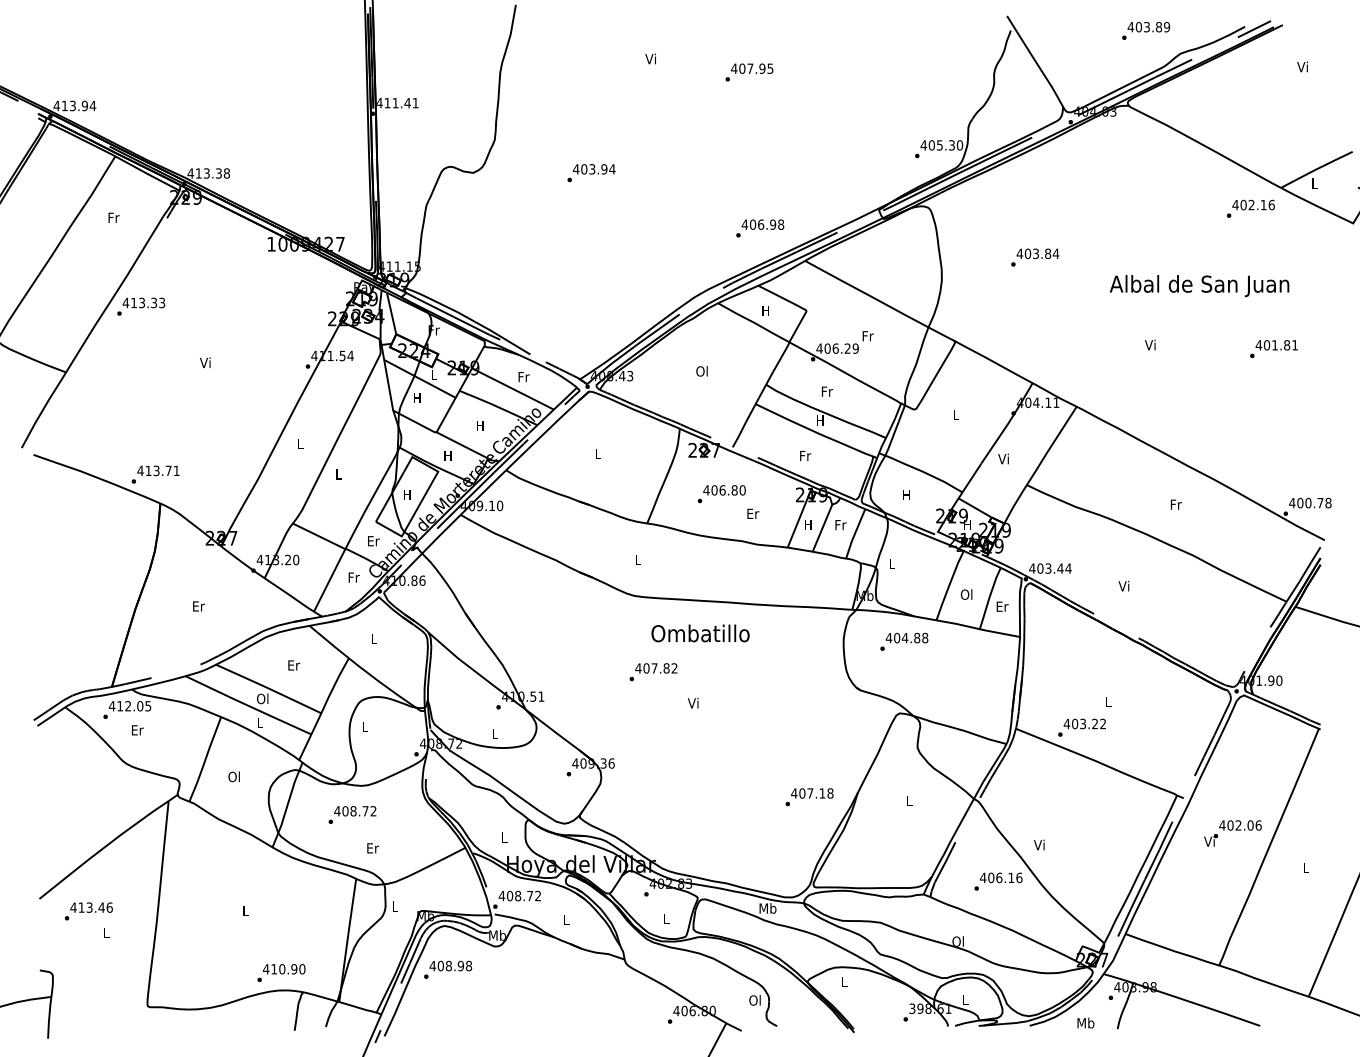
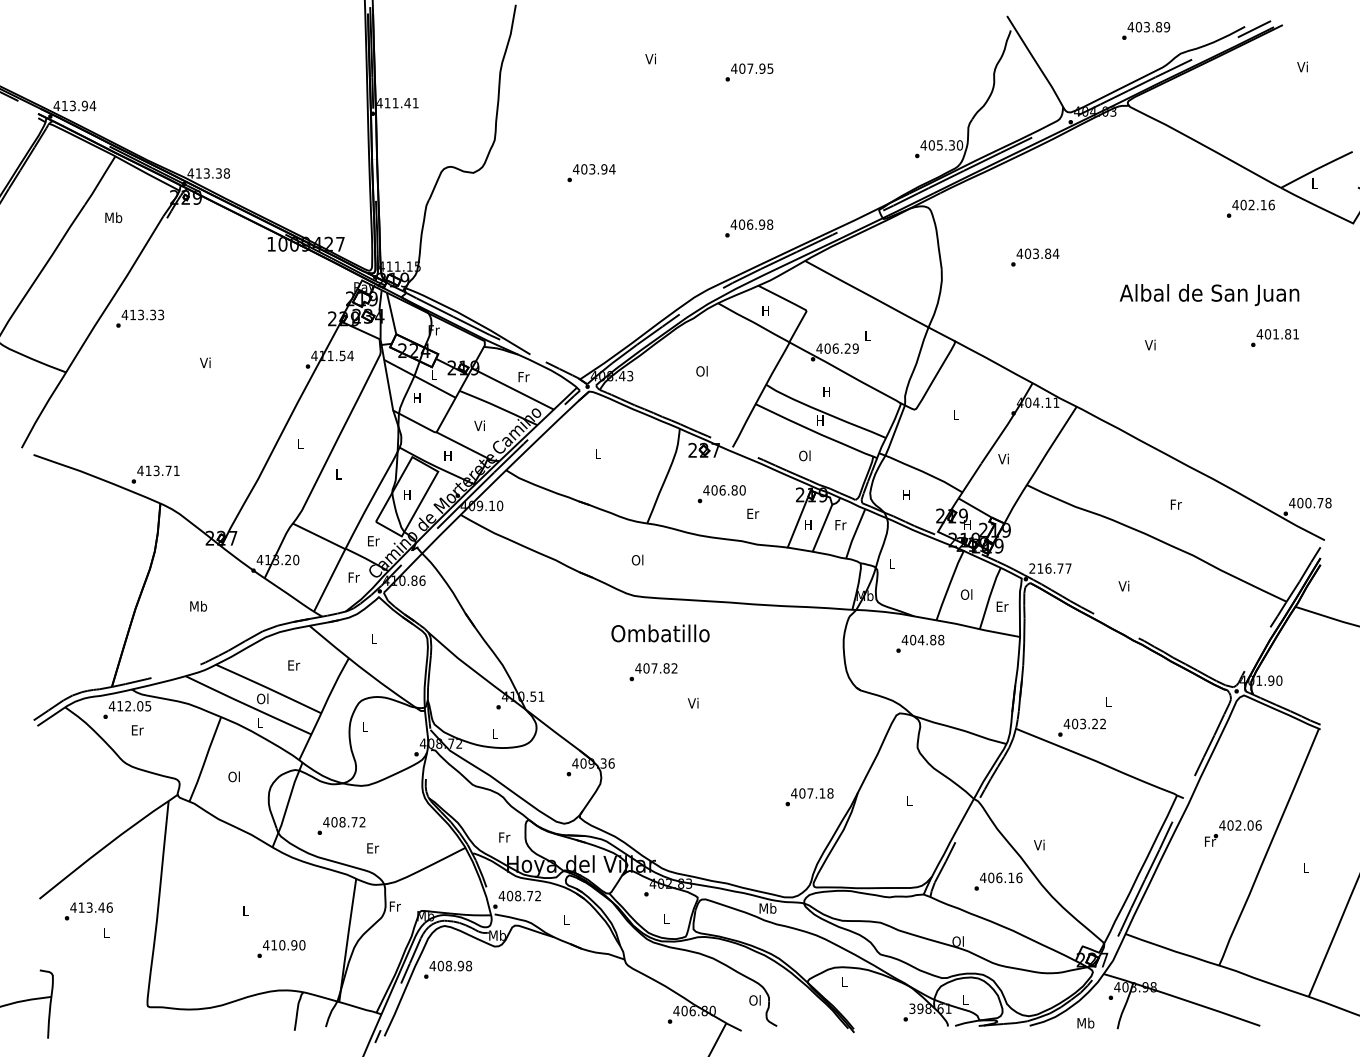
text at (113, 217): Fr -> Mb
text at (760, 228) position: (760, 228) -> (749, 228)
text at (1199, 286) position: (1199, 286) -> (1209, 295)
text at (141, 306) position: (141, 306) -> (140, 318)
text at (867, 336): Fr -> L
text at (1273, 348) position: (1273, 348) -> (1274, 337)
text at (827, 391): Fr -> H
text at (479, 425): H -> Vi
text at (805, 455): Fr -> Ol
text at (637, 559): L -> Ol
text at (1050, 568): 403.44 -> 216.77
text at (198, 606): Er -> Mb
text at (700, 633) position: (700, 633) -> (660, 633)
text at (904, 641) position: (904, 641) -> (920, 643)
text at (352, 814) position: (352, 814) -> (341, 825)
text at (504, 837): L -> Fr
text at (1210, 841): Vi -> Fr
text at (394, 906): L -> Fr
text at (281, 972) position: (281, 972) -> (281, 948)
